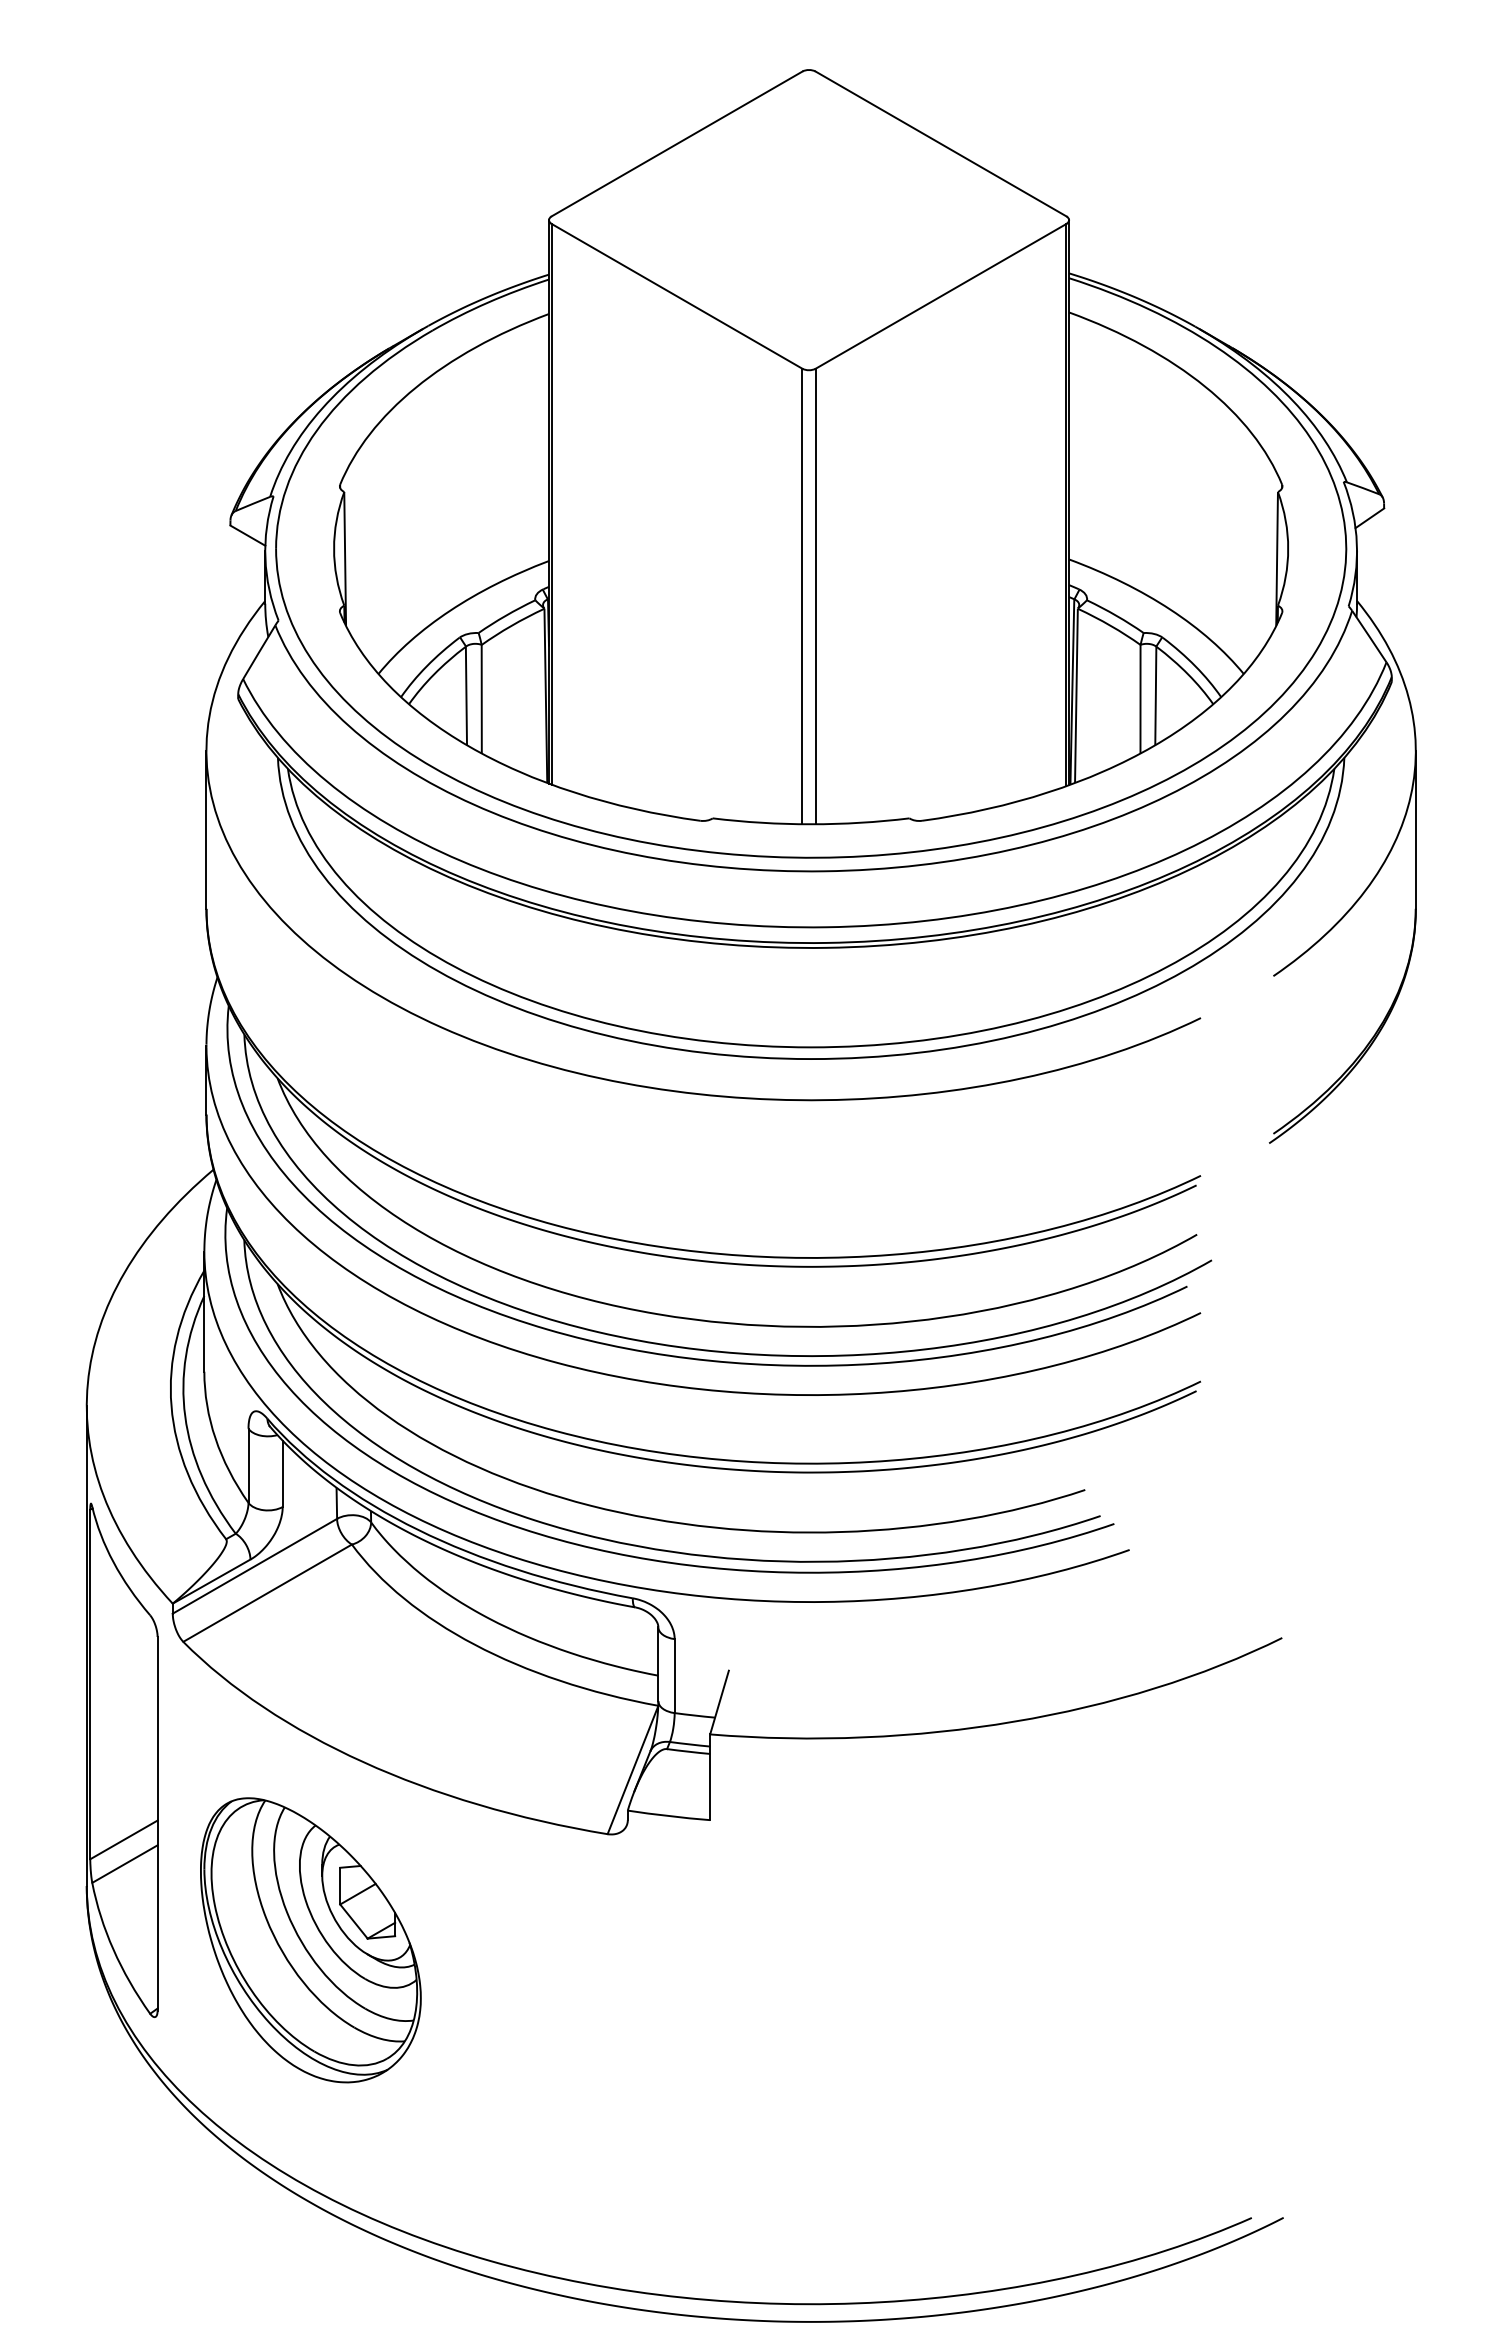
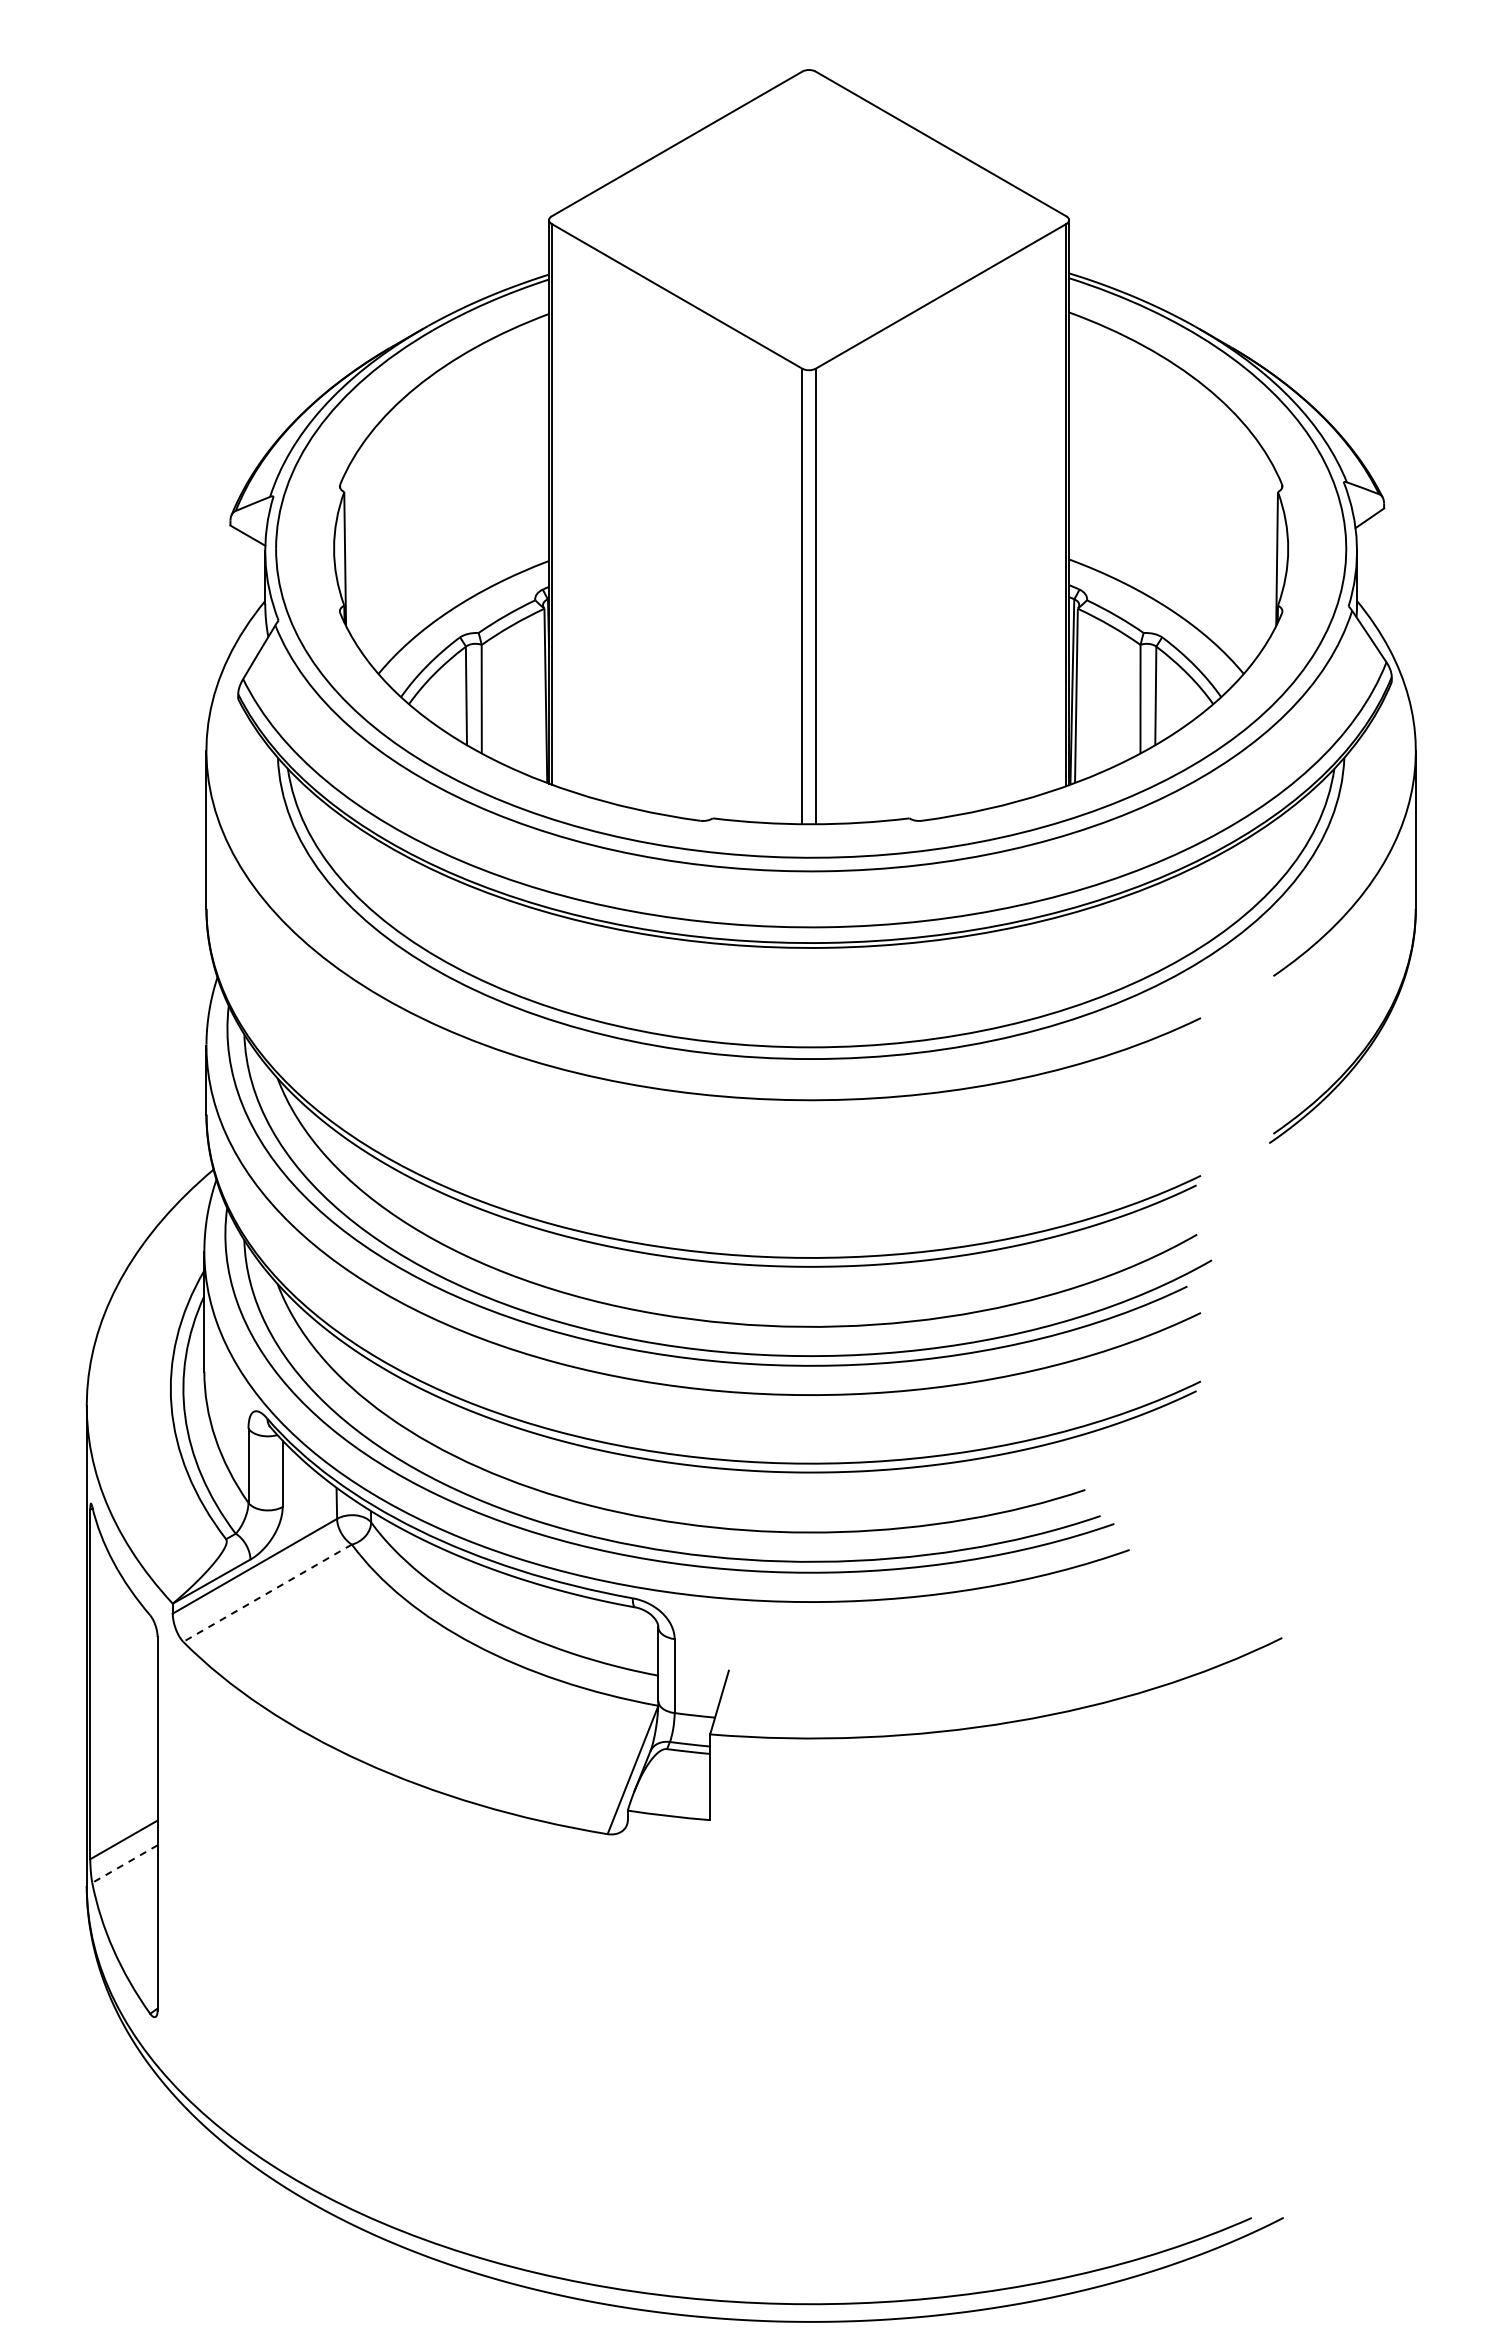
line at (267, 1593): solid -> dashed
line at (124, 1864): solid -> dashed
part at (310, 1940): present -> none
